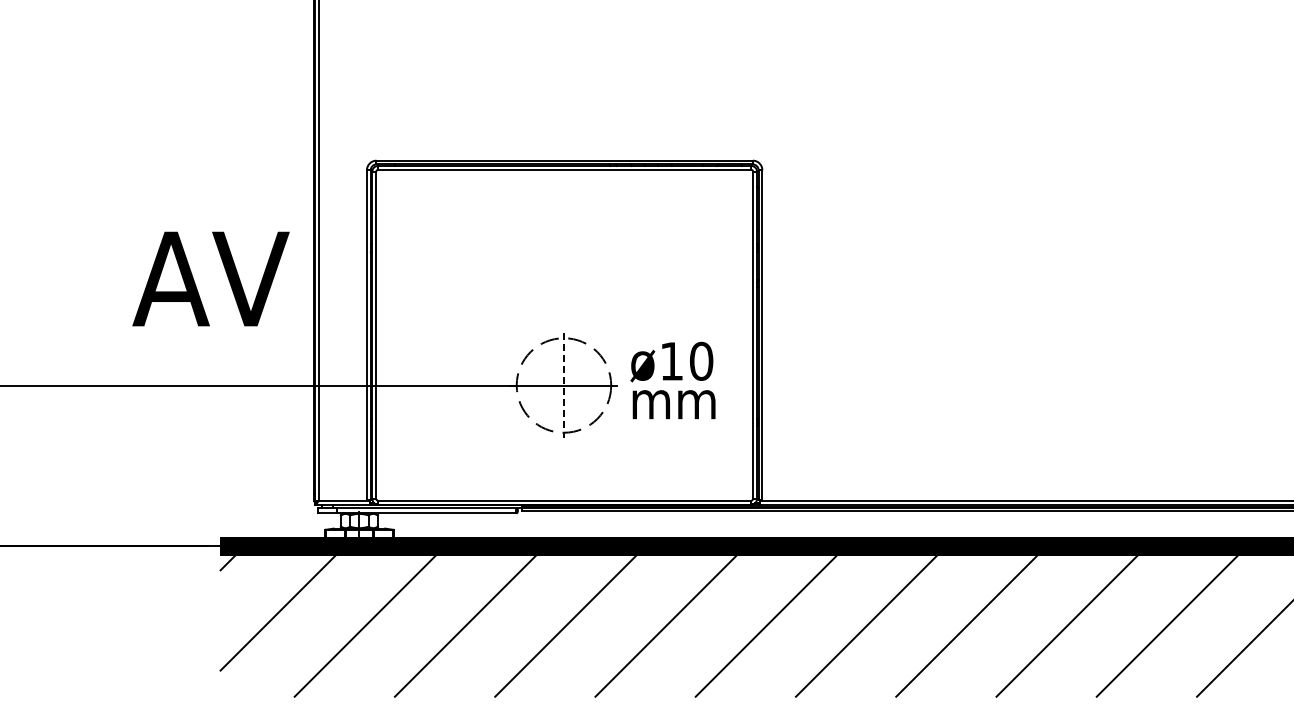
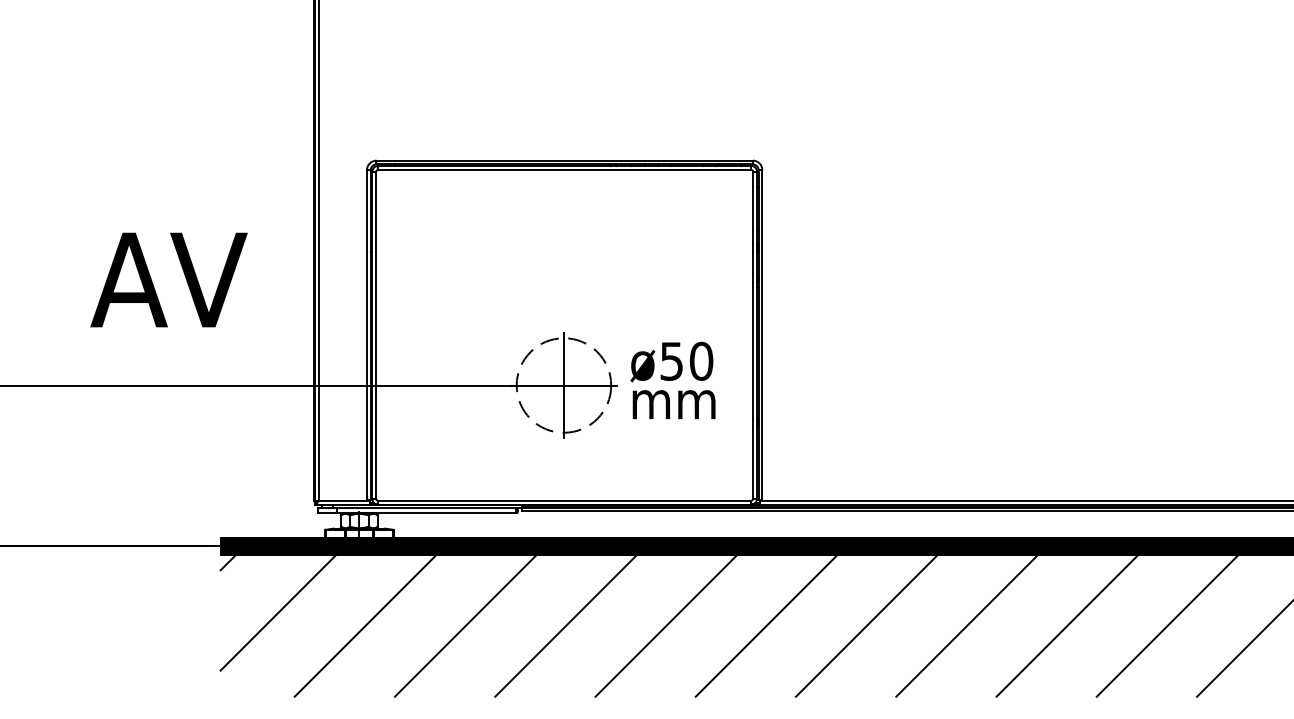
text at (210, 278) position: (210, 278) -> (168, 279)
text at (671, 361): ø10 -> ø50
line at (563, 385): dashed -> solid
